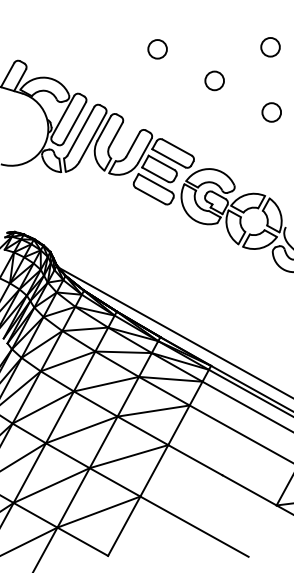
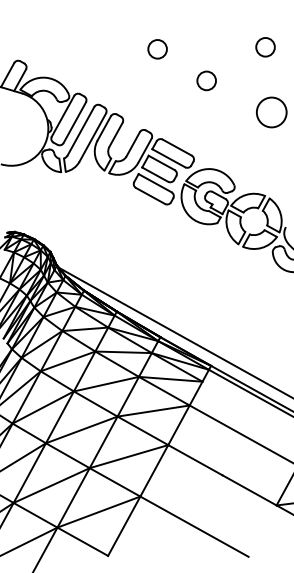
circle at (270, 47) position: (270, 47) -> (265, 47)
circle at (214, 80) position: (214, 80) -> (206, 80)
circle at (271, 112) diameter: 19 px -> 30 px
line at (246, 405): present -> none
